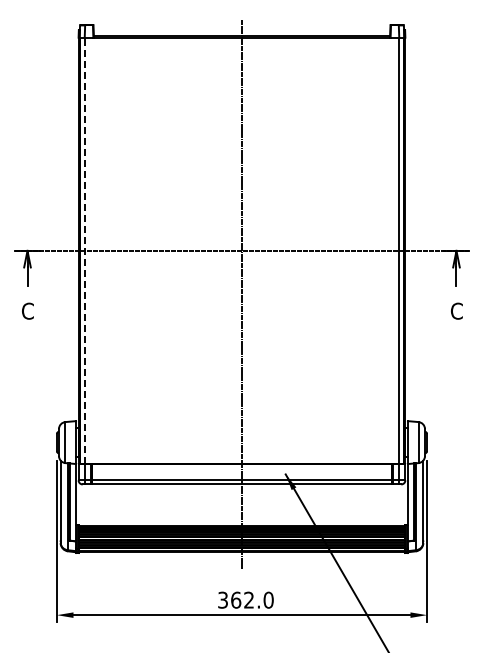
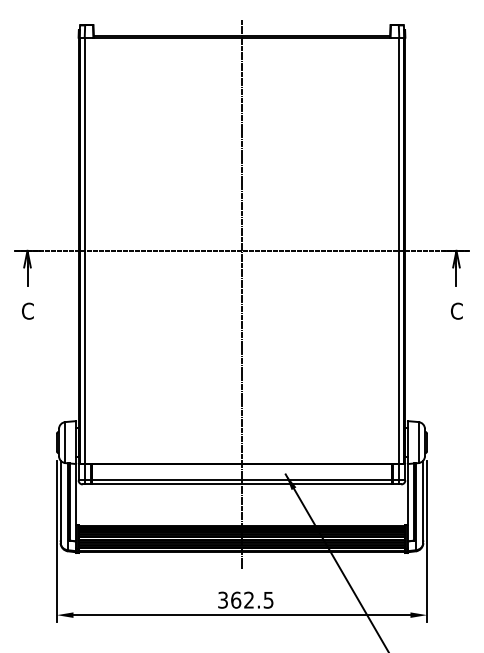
line at (84, 250): dashed -> solid
text at (268, 599): 362.0 -> 362.5
